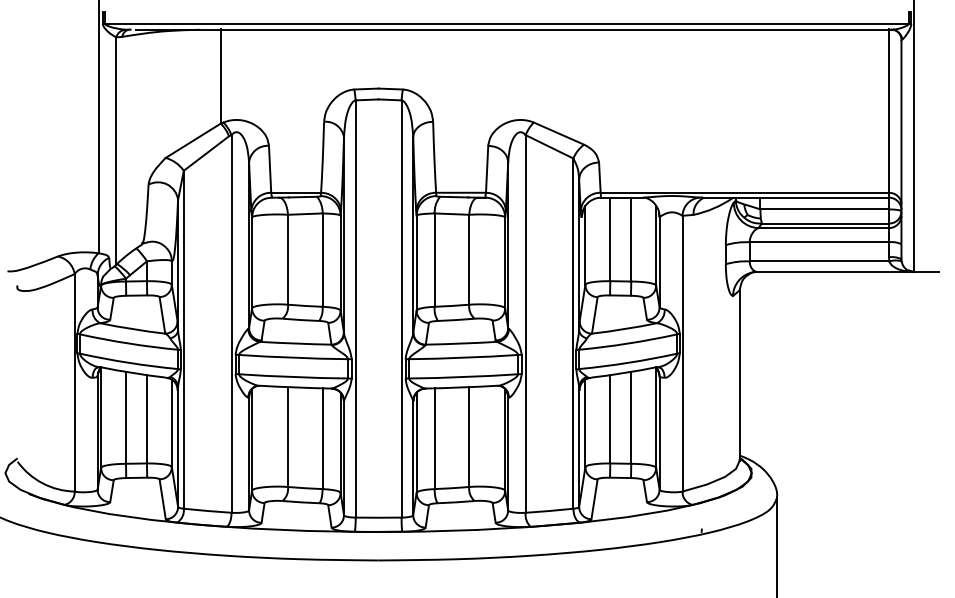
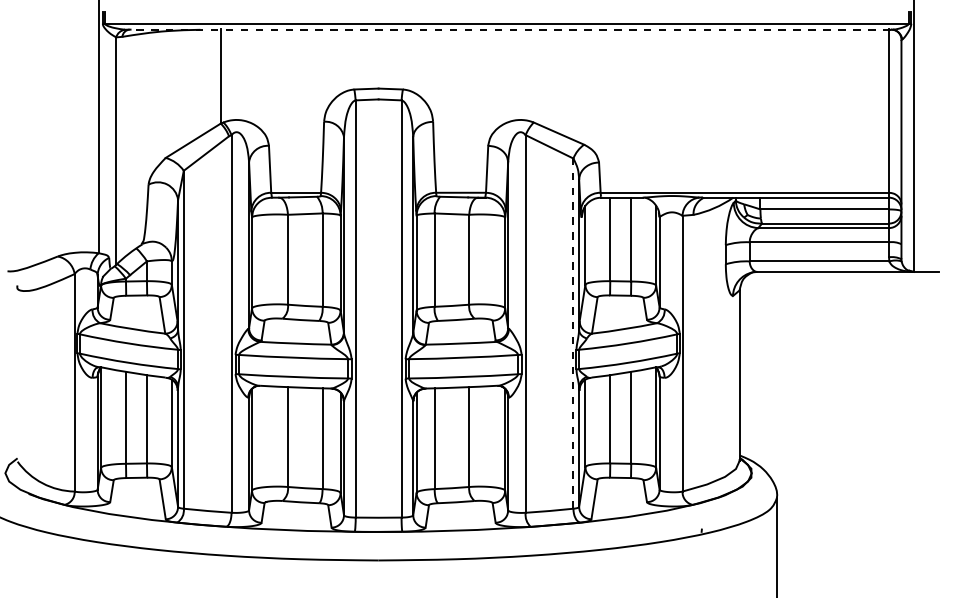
line at (514, 29): solid -> dashed
line at (573, 333): solid -> dashed
